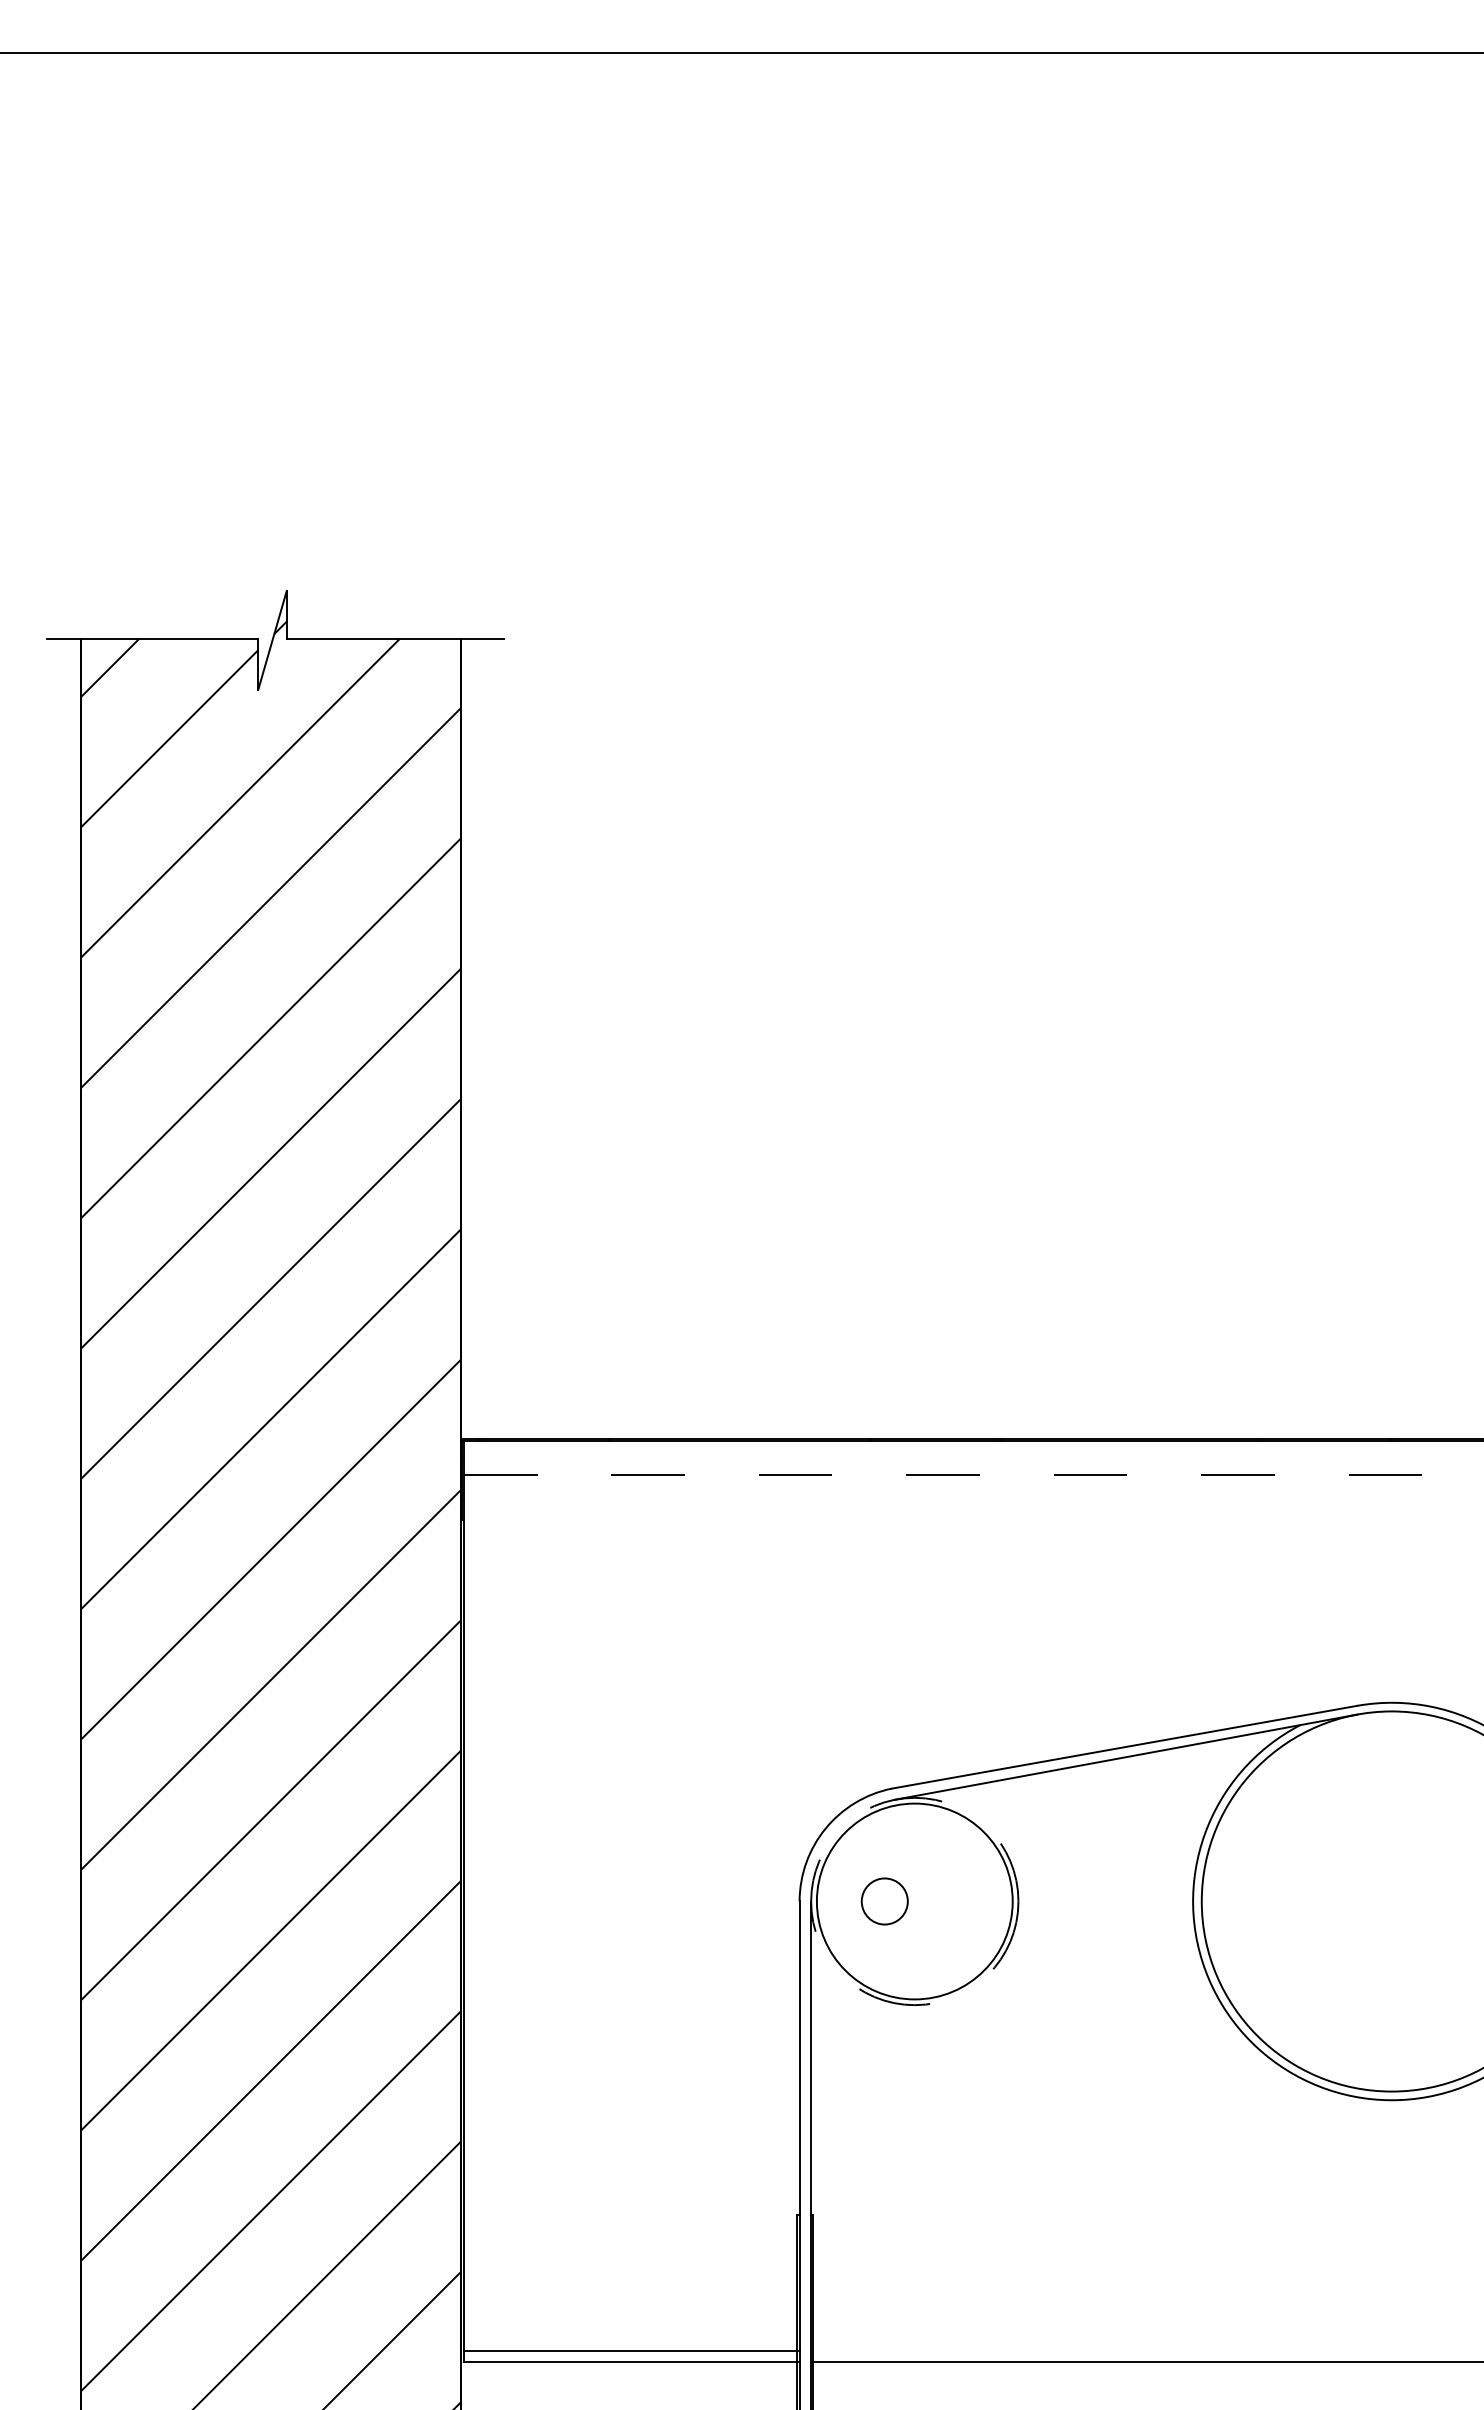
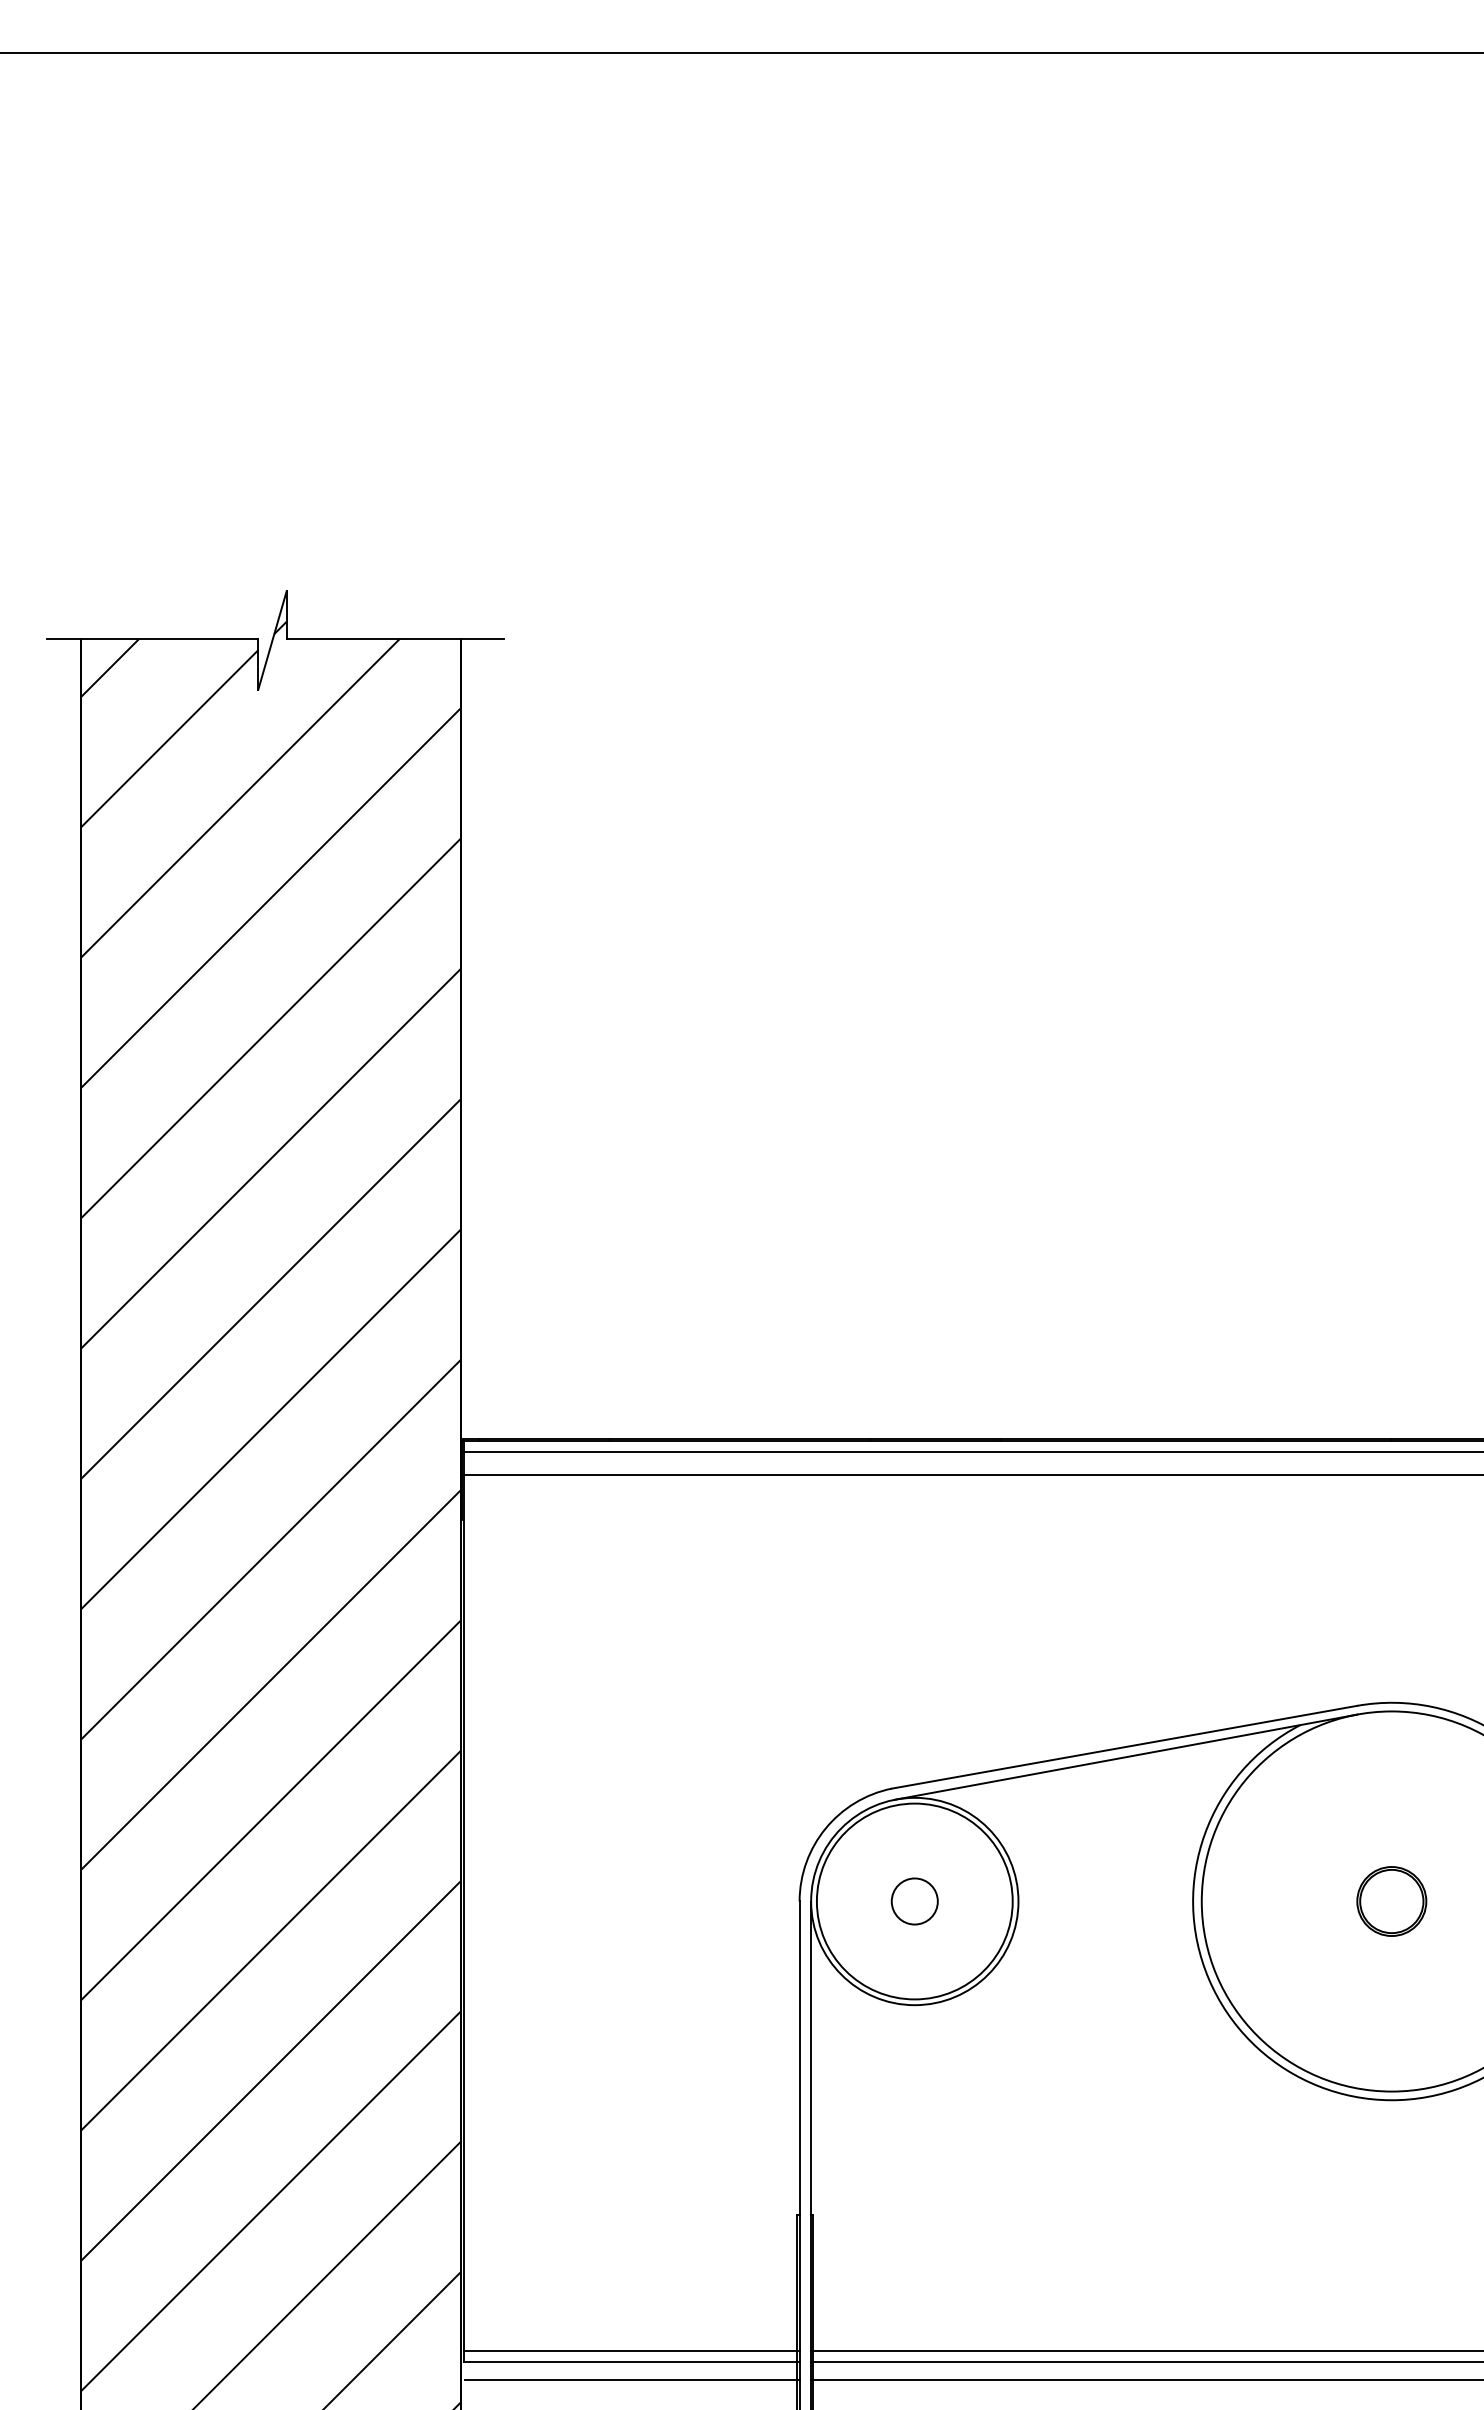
line at (971, 1452): none -> present
line at (973, 1475): dashed -> solid
circle at (884, 1901) position: (884, 1901) -> (914, 1901)
circle at (914, 1901): dashed -> solid
part at (1391, 1901): none -> present
line at (1145, 2350): none -> present
line at (631, 2379): none -> present
line at (1145, 2379): none -> present
